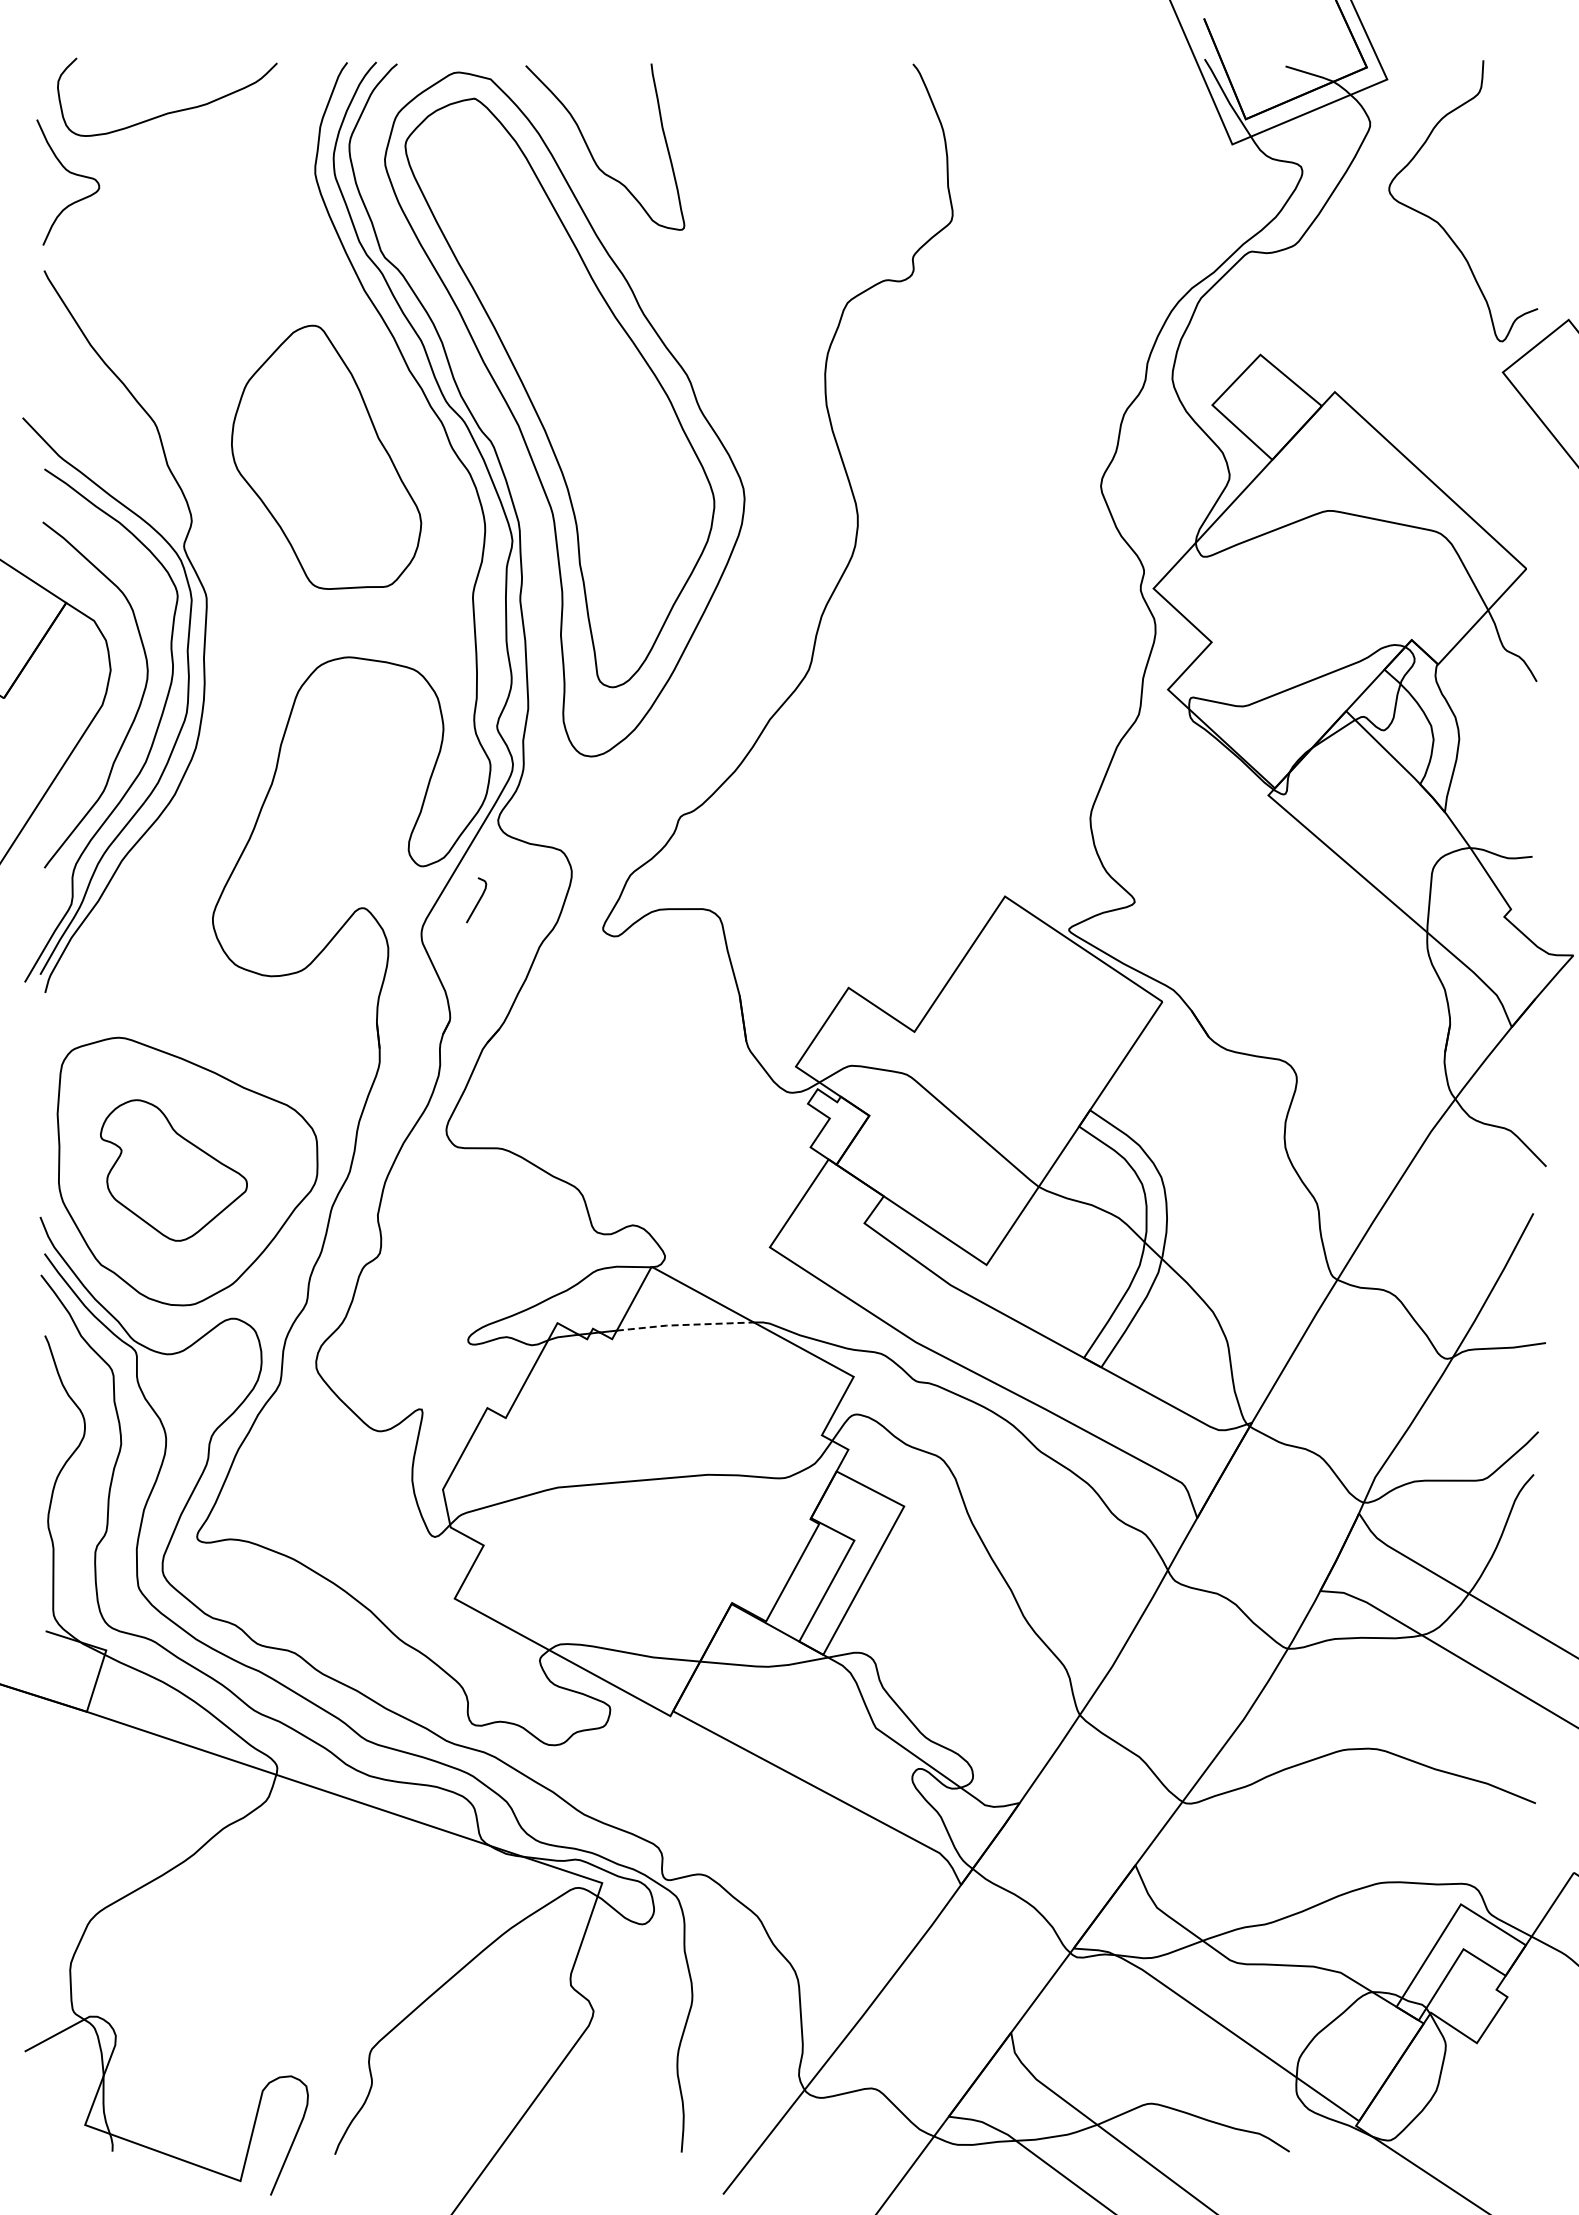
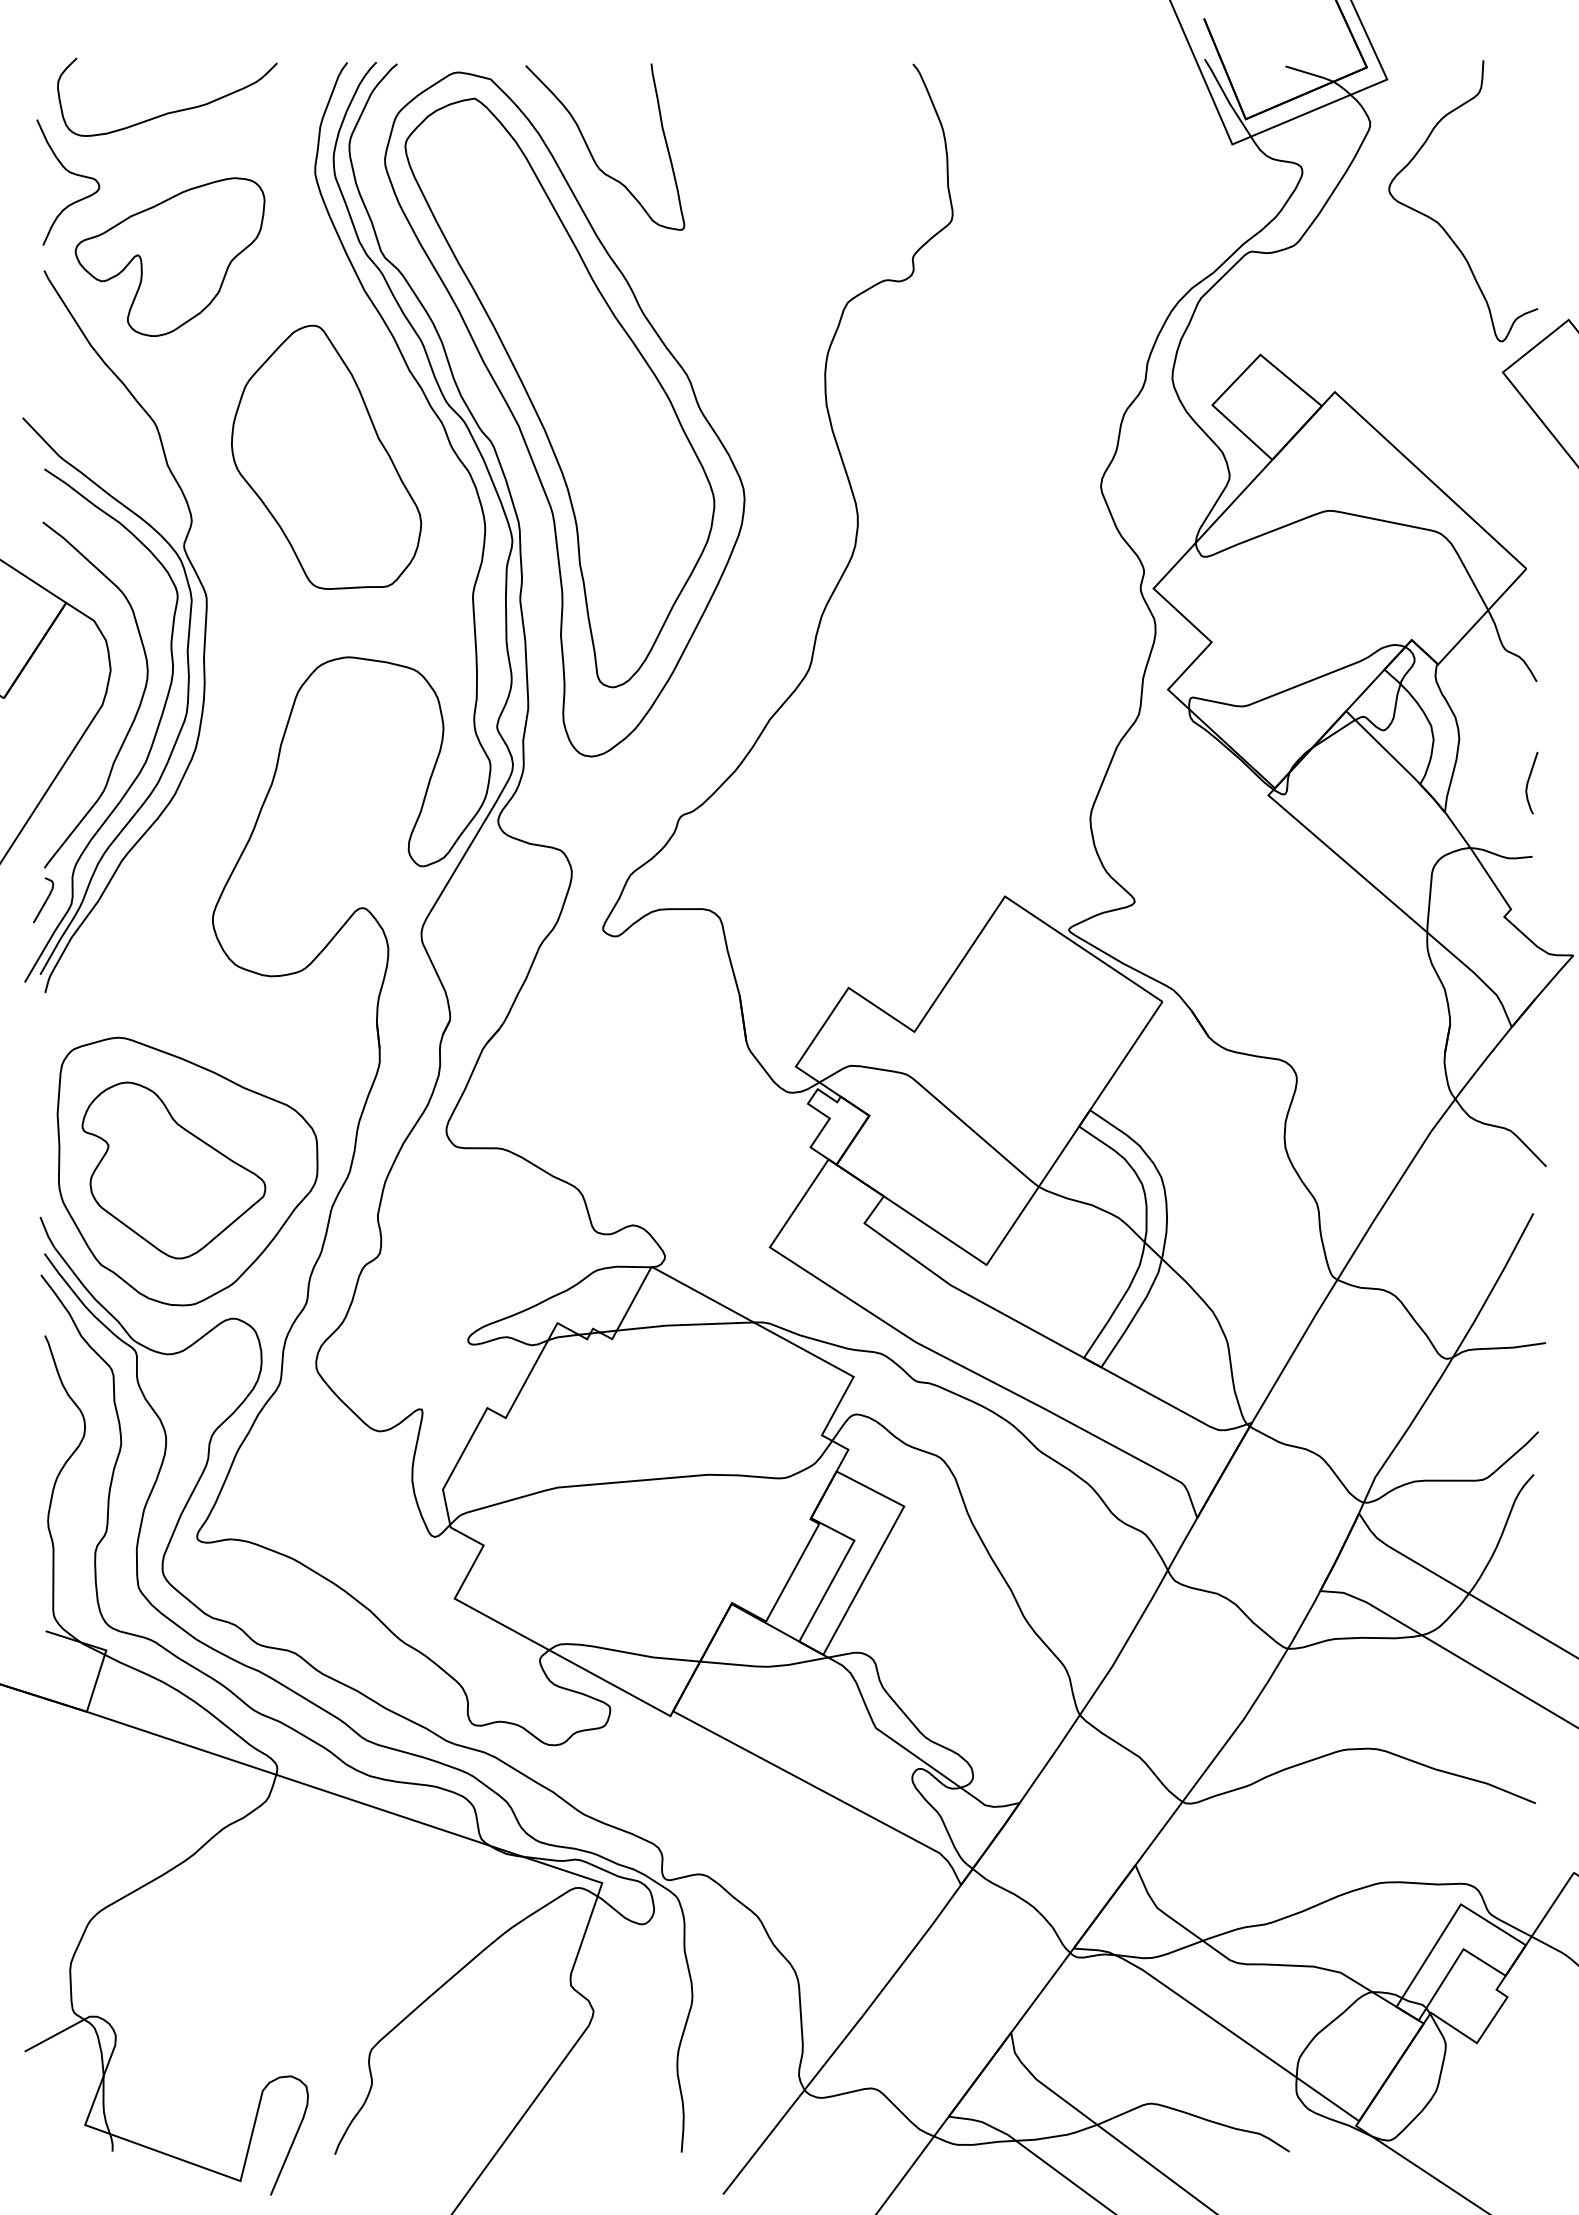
part at (169, 256): none -> present
curve at (1528, 783): none -> present
curve at (477, 901) position: (477, 901) -> (44, 901)
part at (173, 1170) size: 148x143 px -> 186x179 px
line at (685, 1324): dashed -> solid
